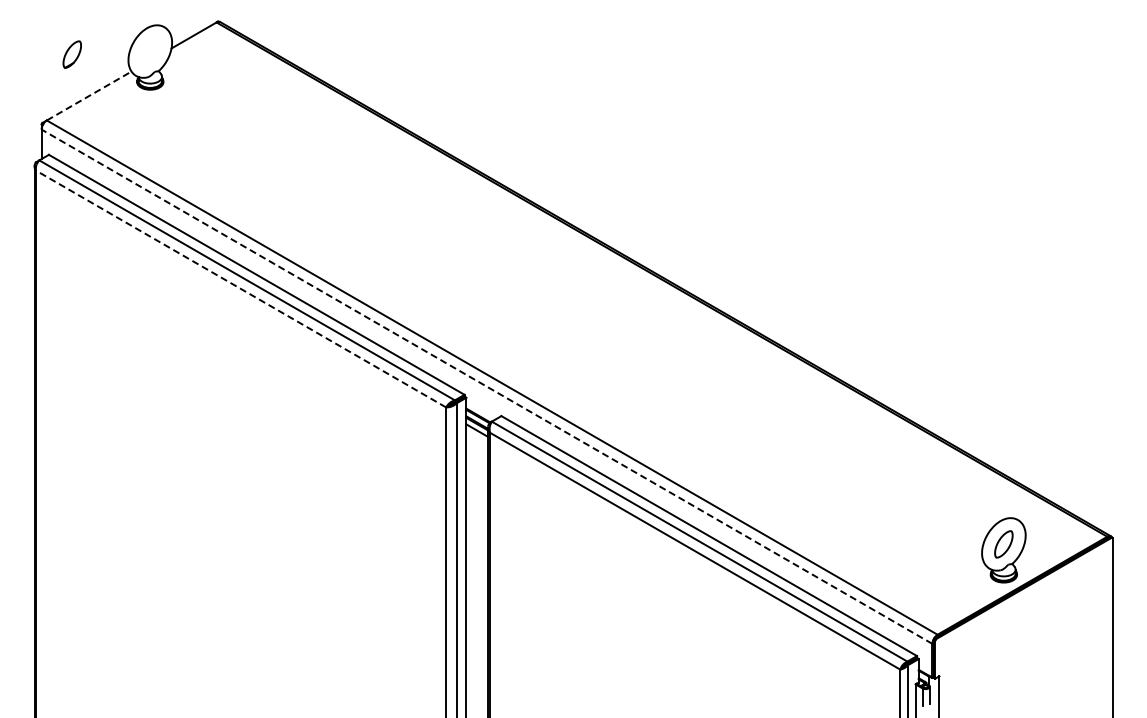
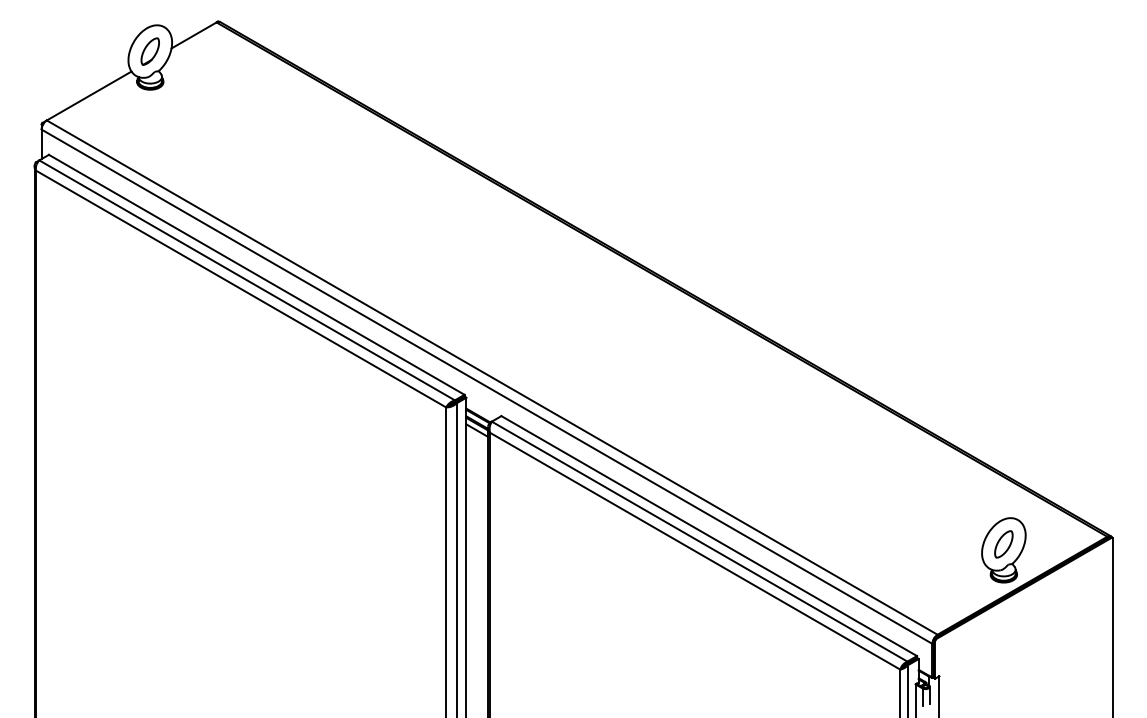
part at (71, 54) position: (71, 54) -> (149, 51)
line at (89, 96): dashed -> solid
line at (241, 289): dashed -> solid
line at (486, 386): dashed -> solid
